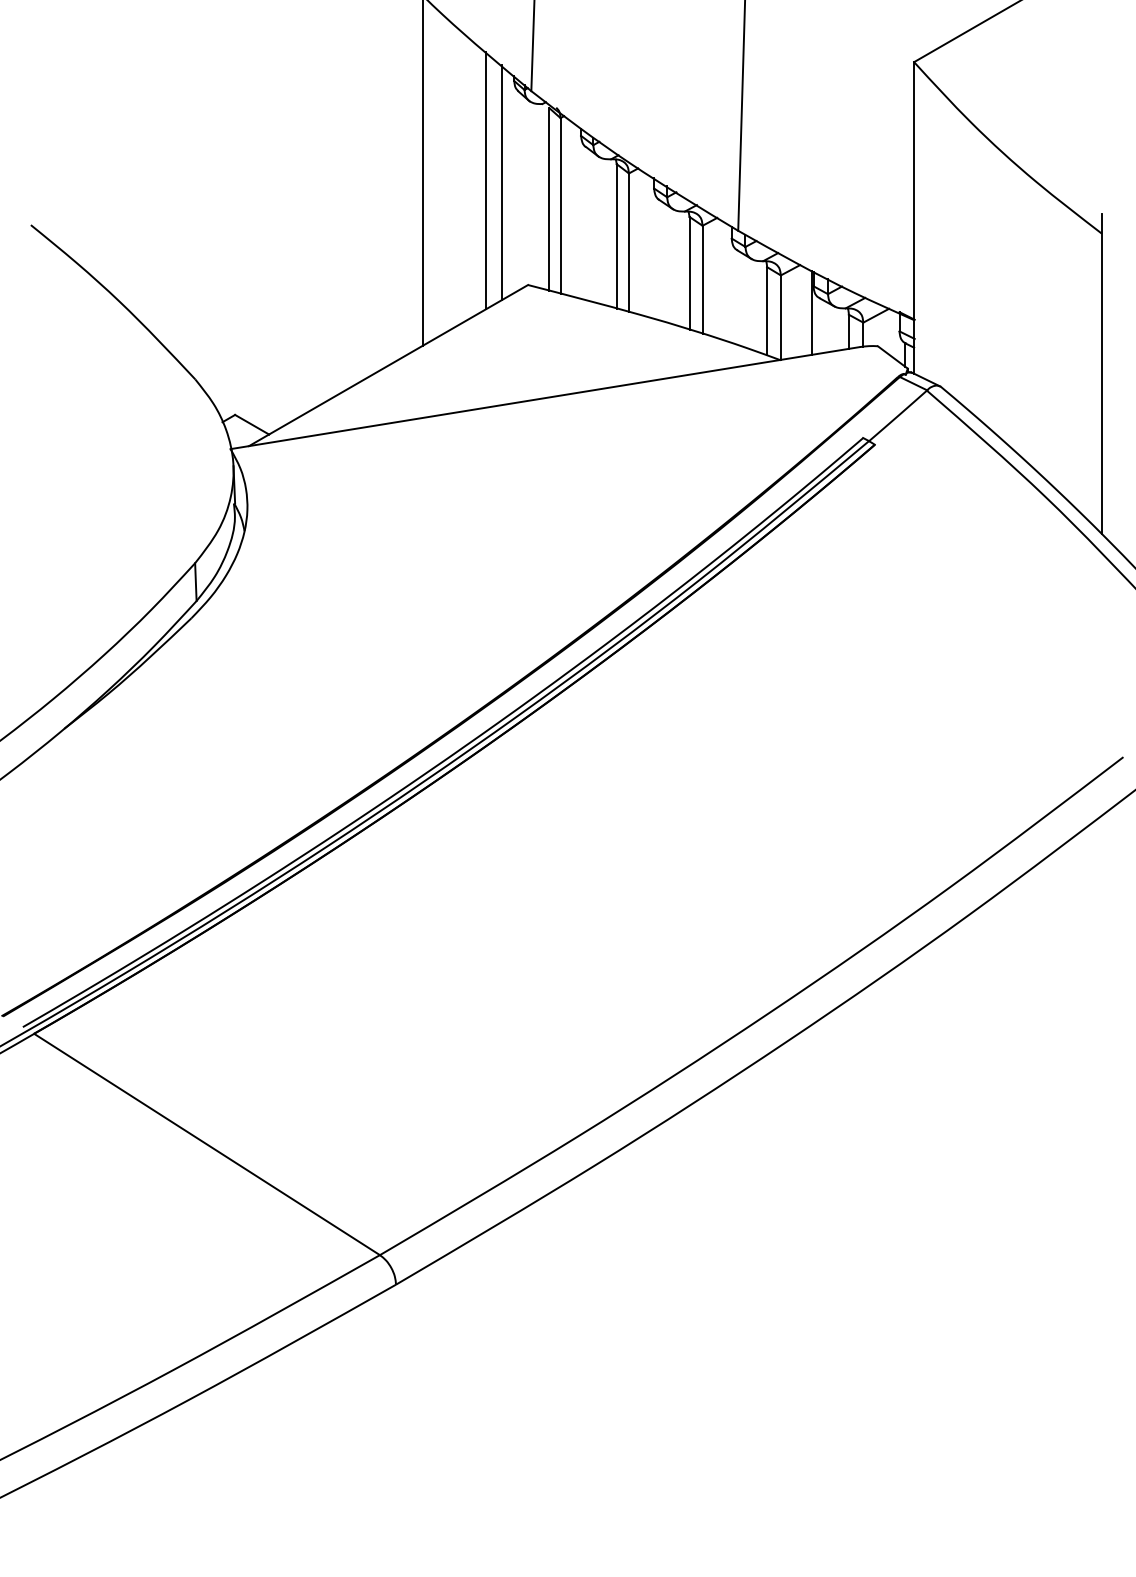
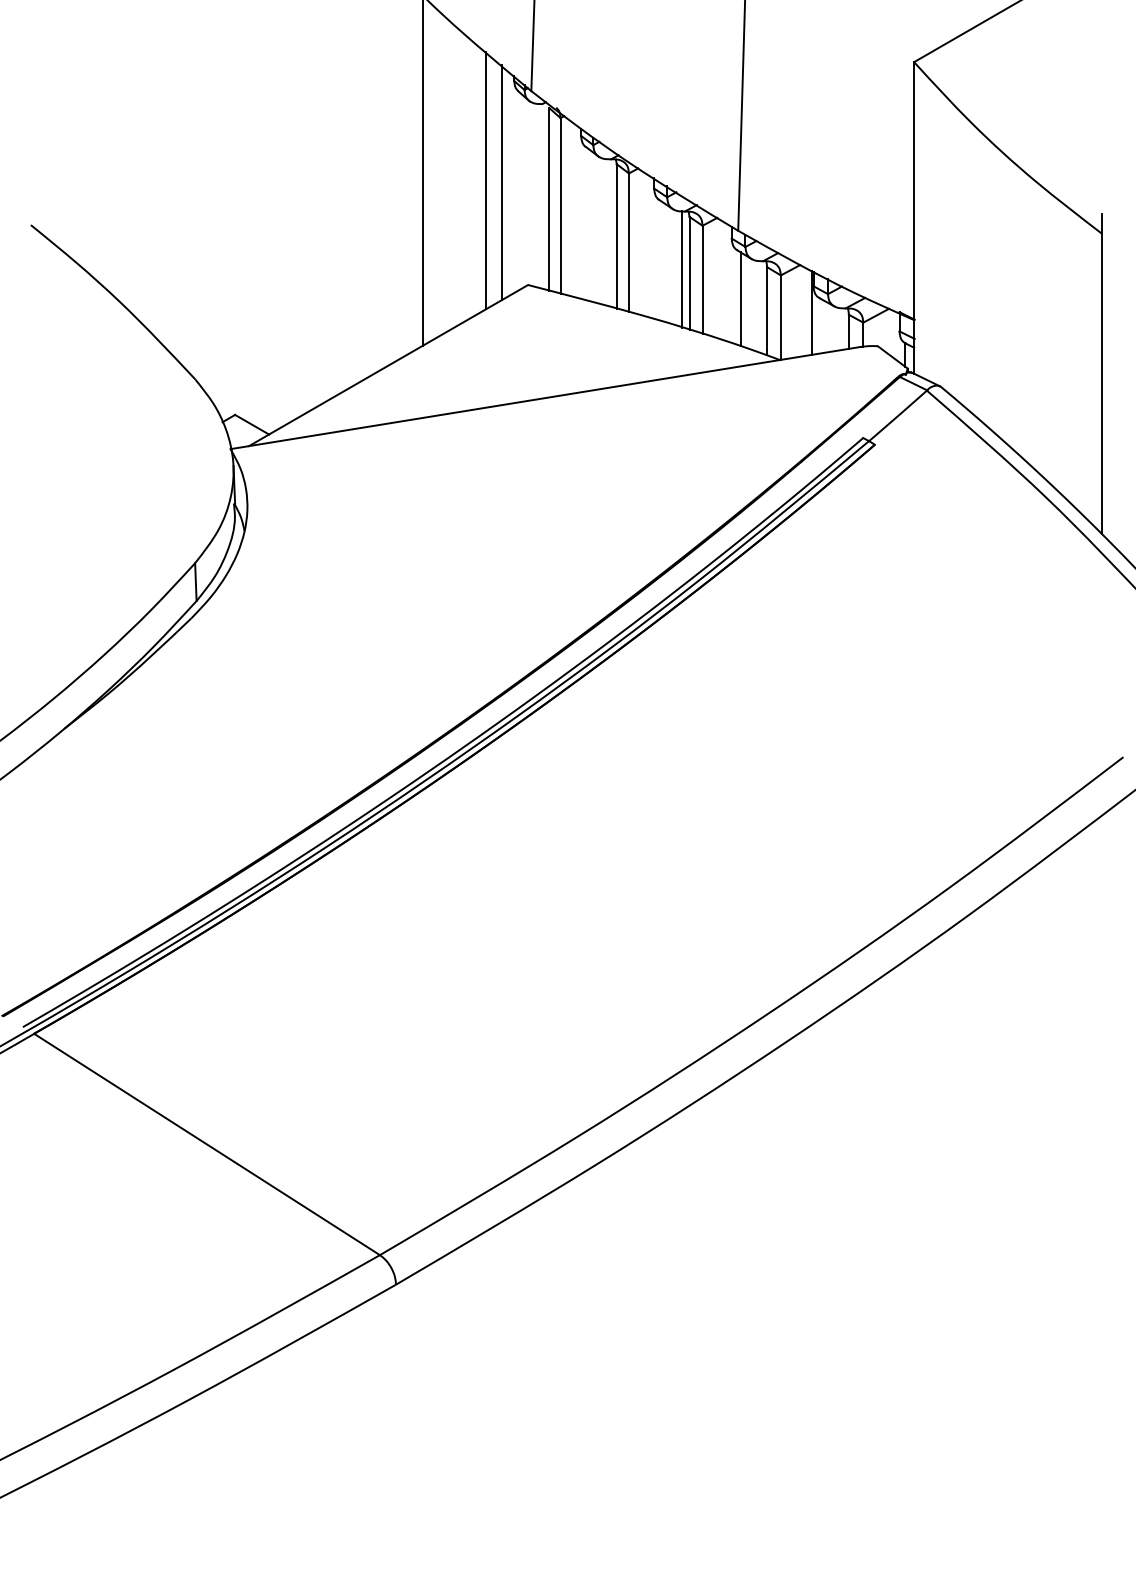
line at (681, 269): none -> present
line at (740, 299): none -> present
